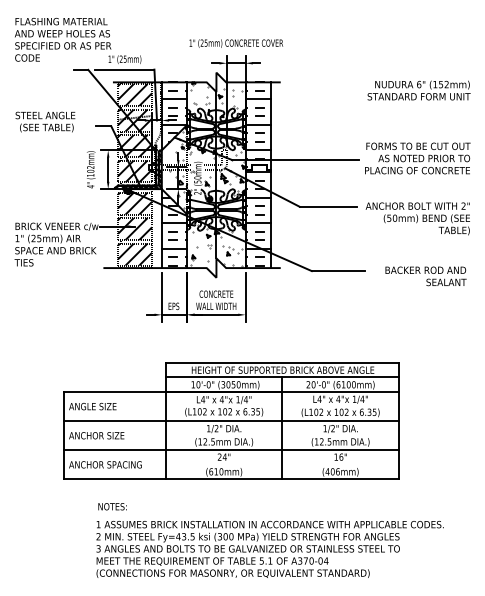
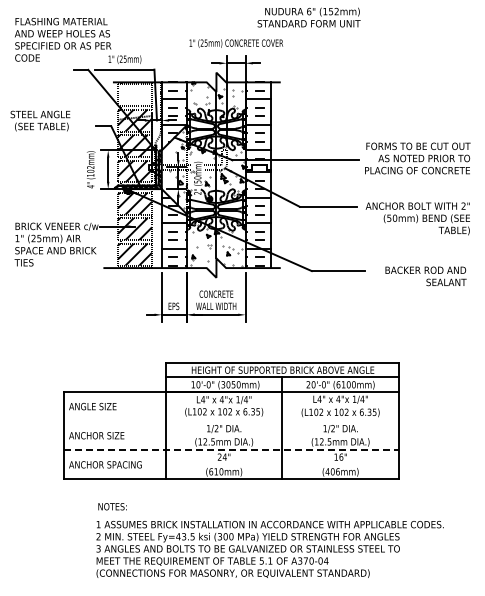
text at (418, 90) position: (418, 90) -> (308, 17)
hatch at (135, 95): present -> none
text at (45, 121) position: (45, 121) -> (40, 120)
line at (231, 421): present -> none
line at (231, 450): solid -> dashed
